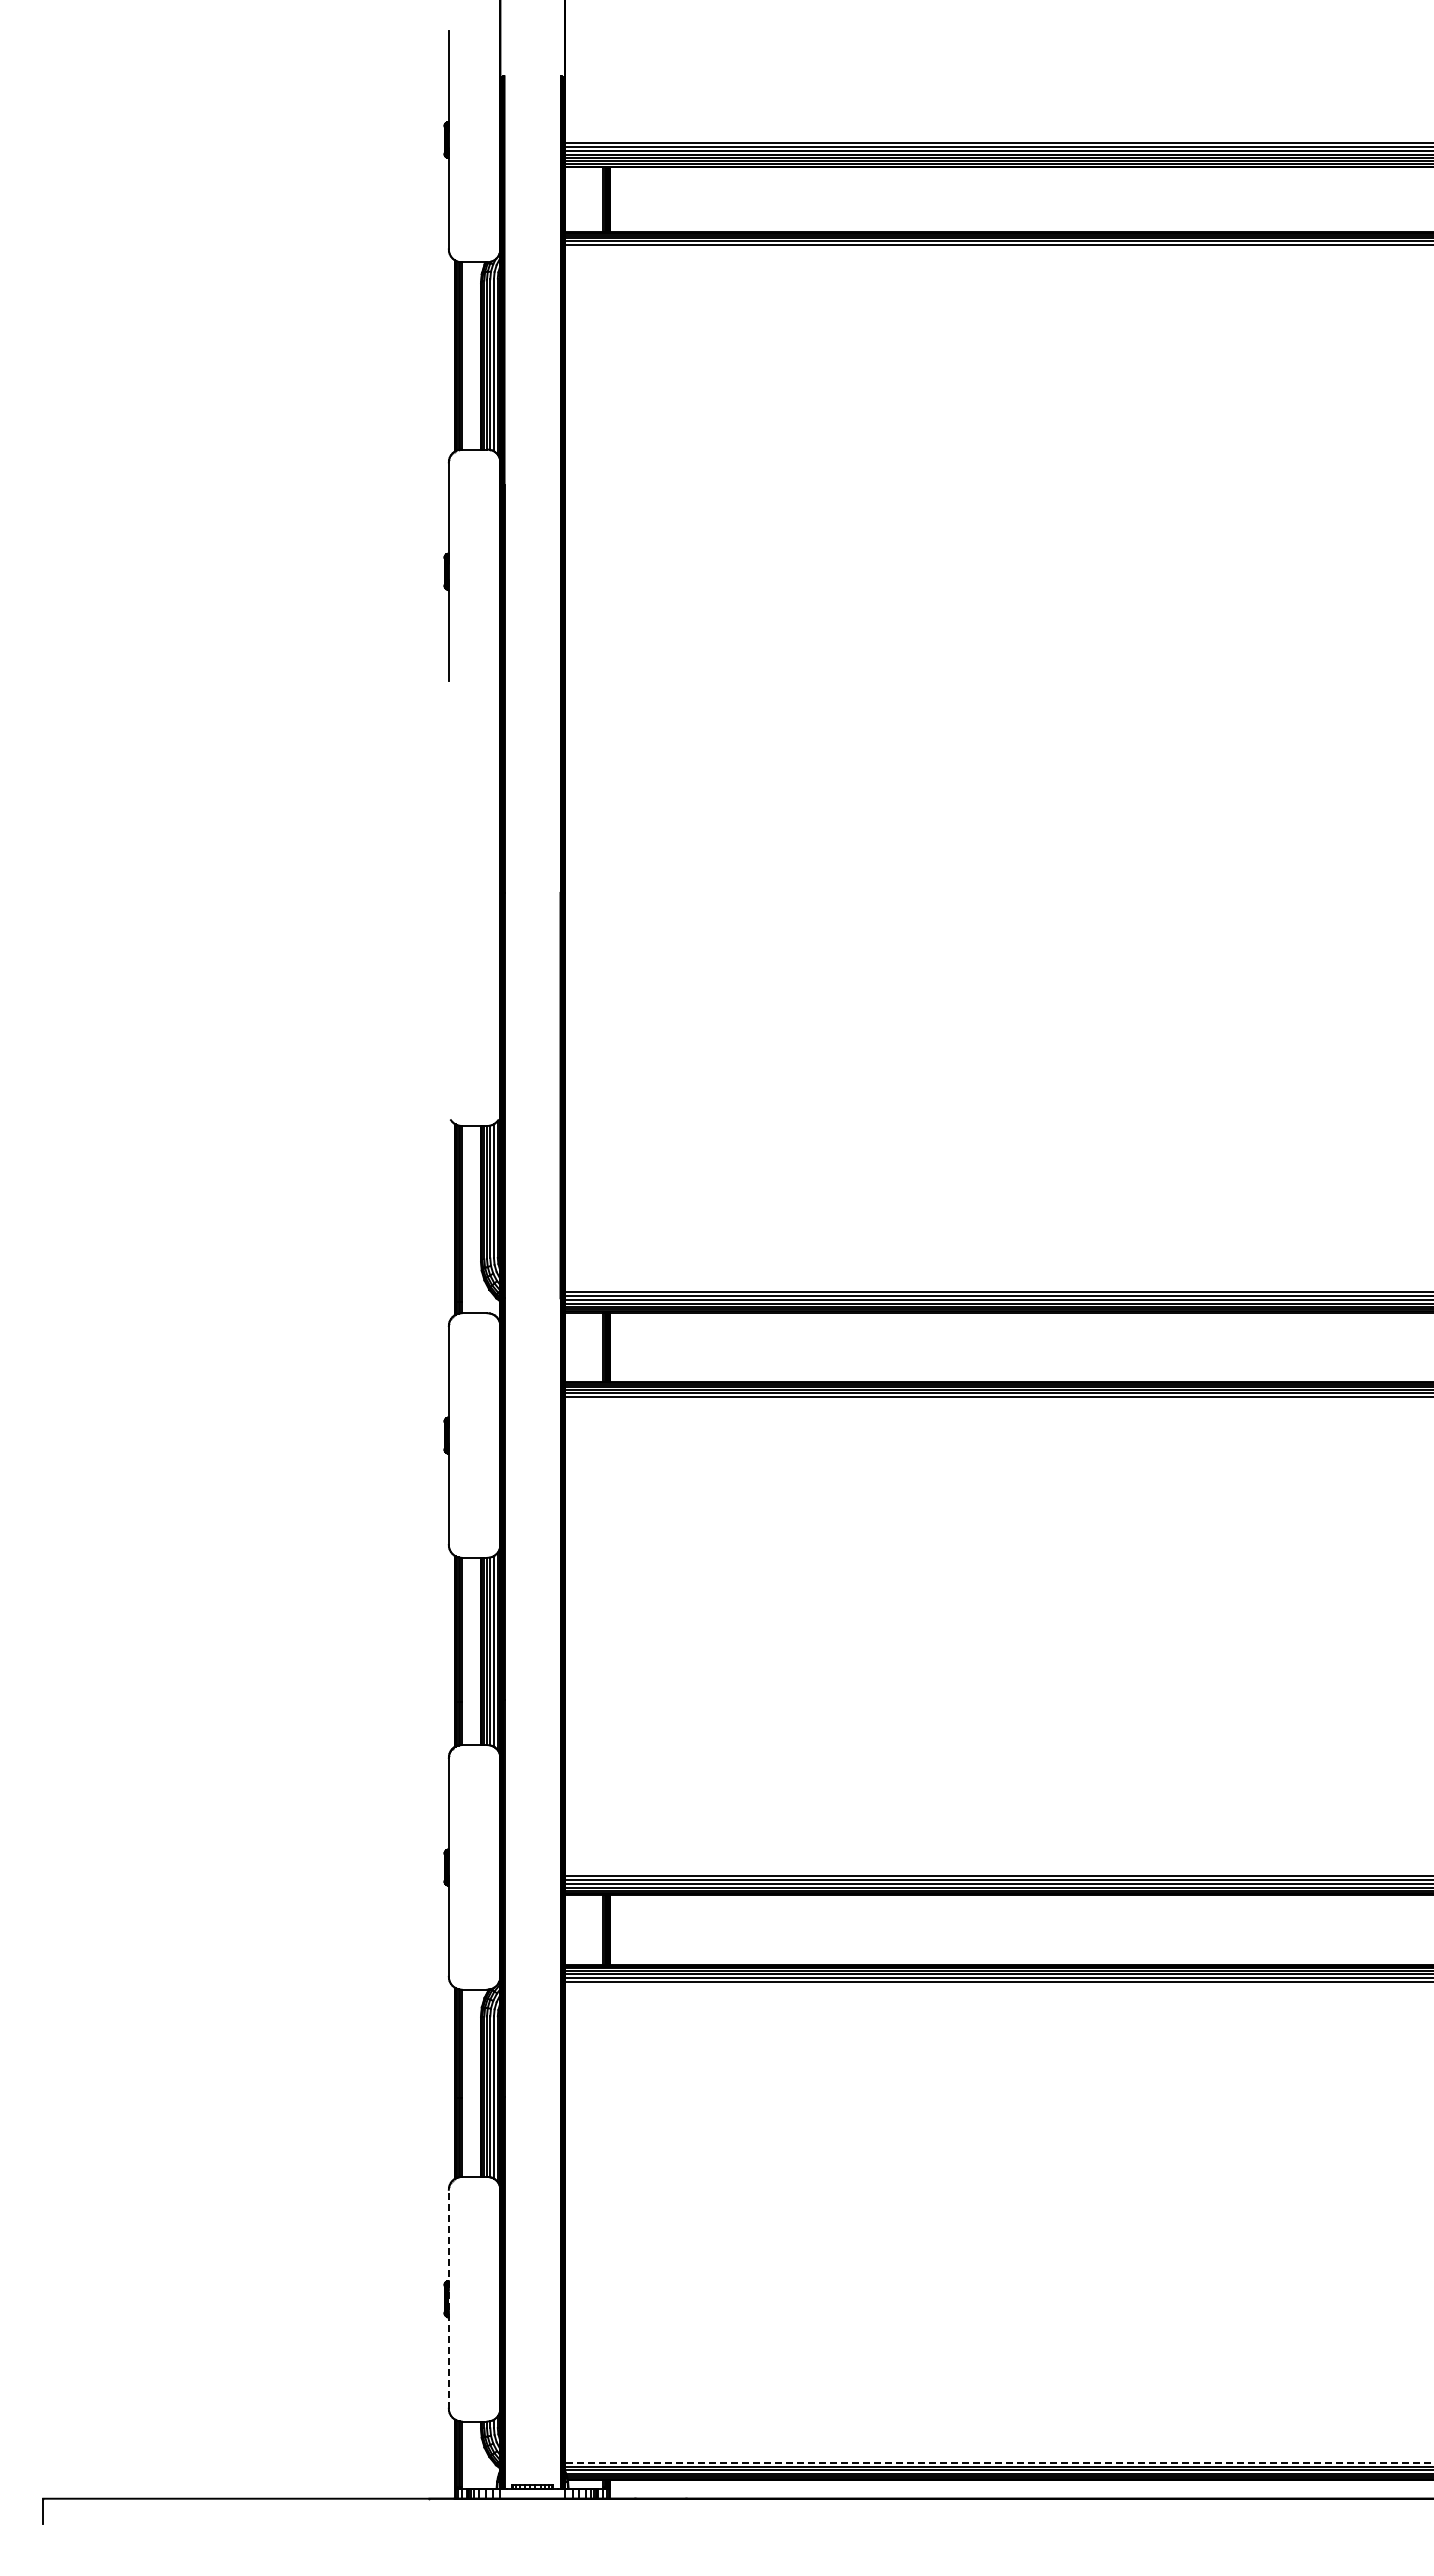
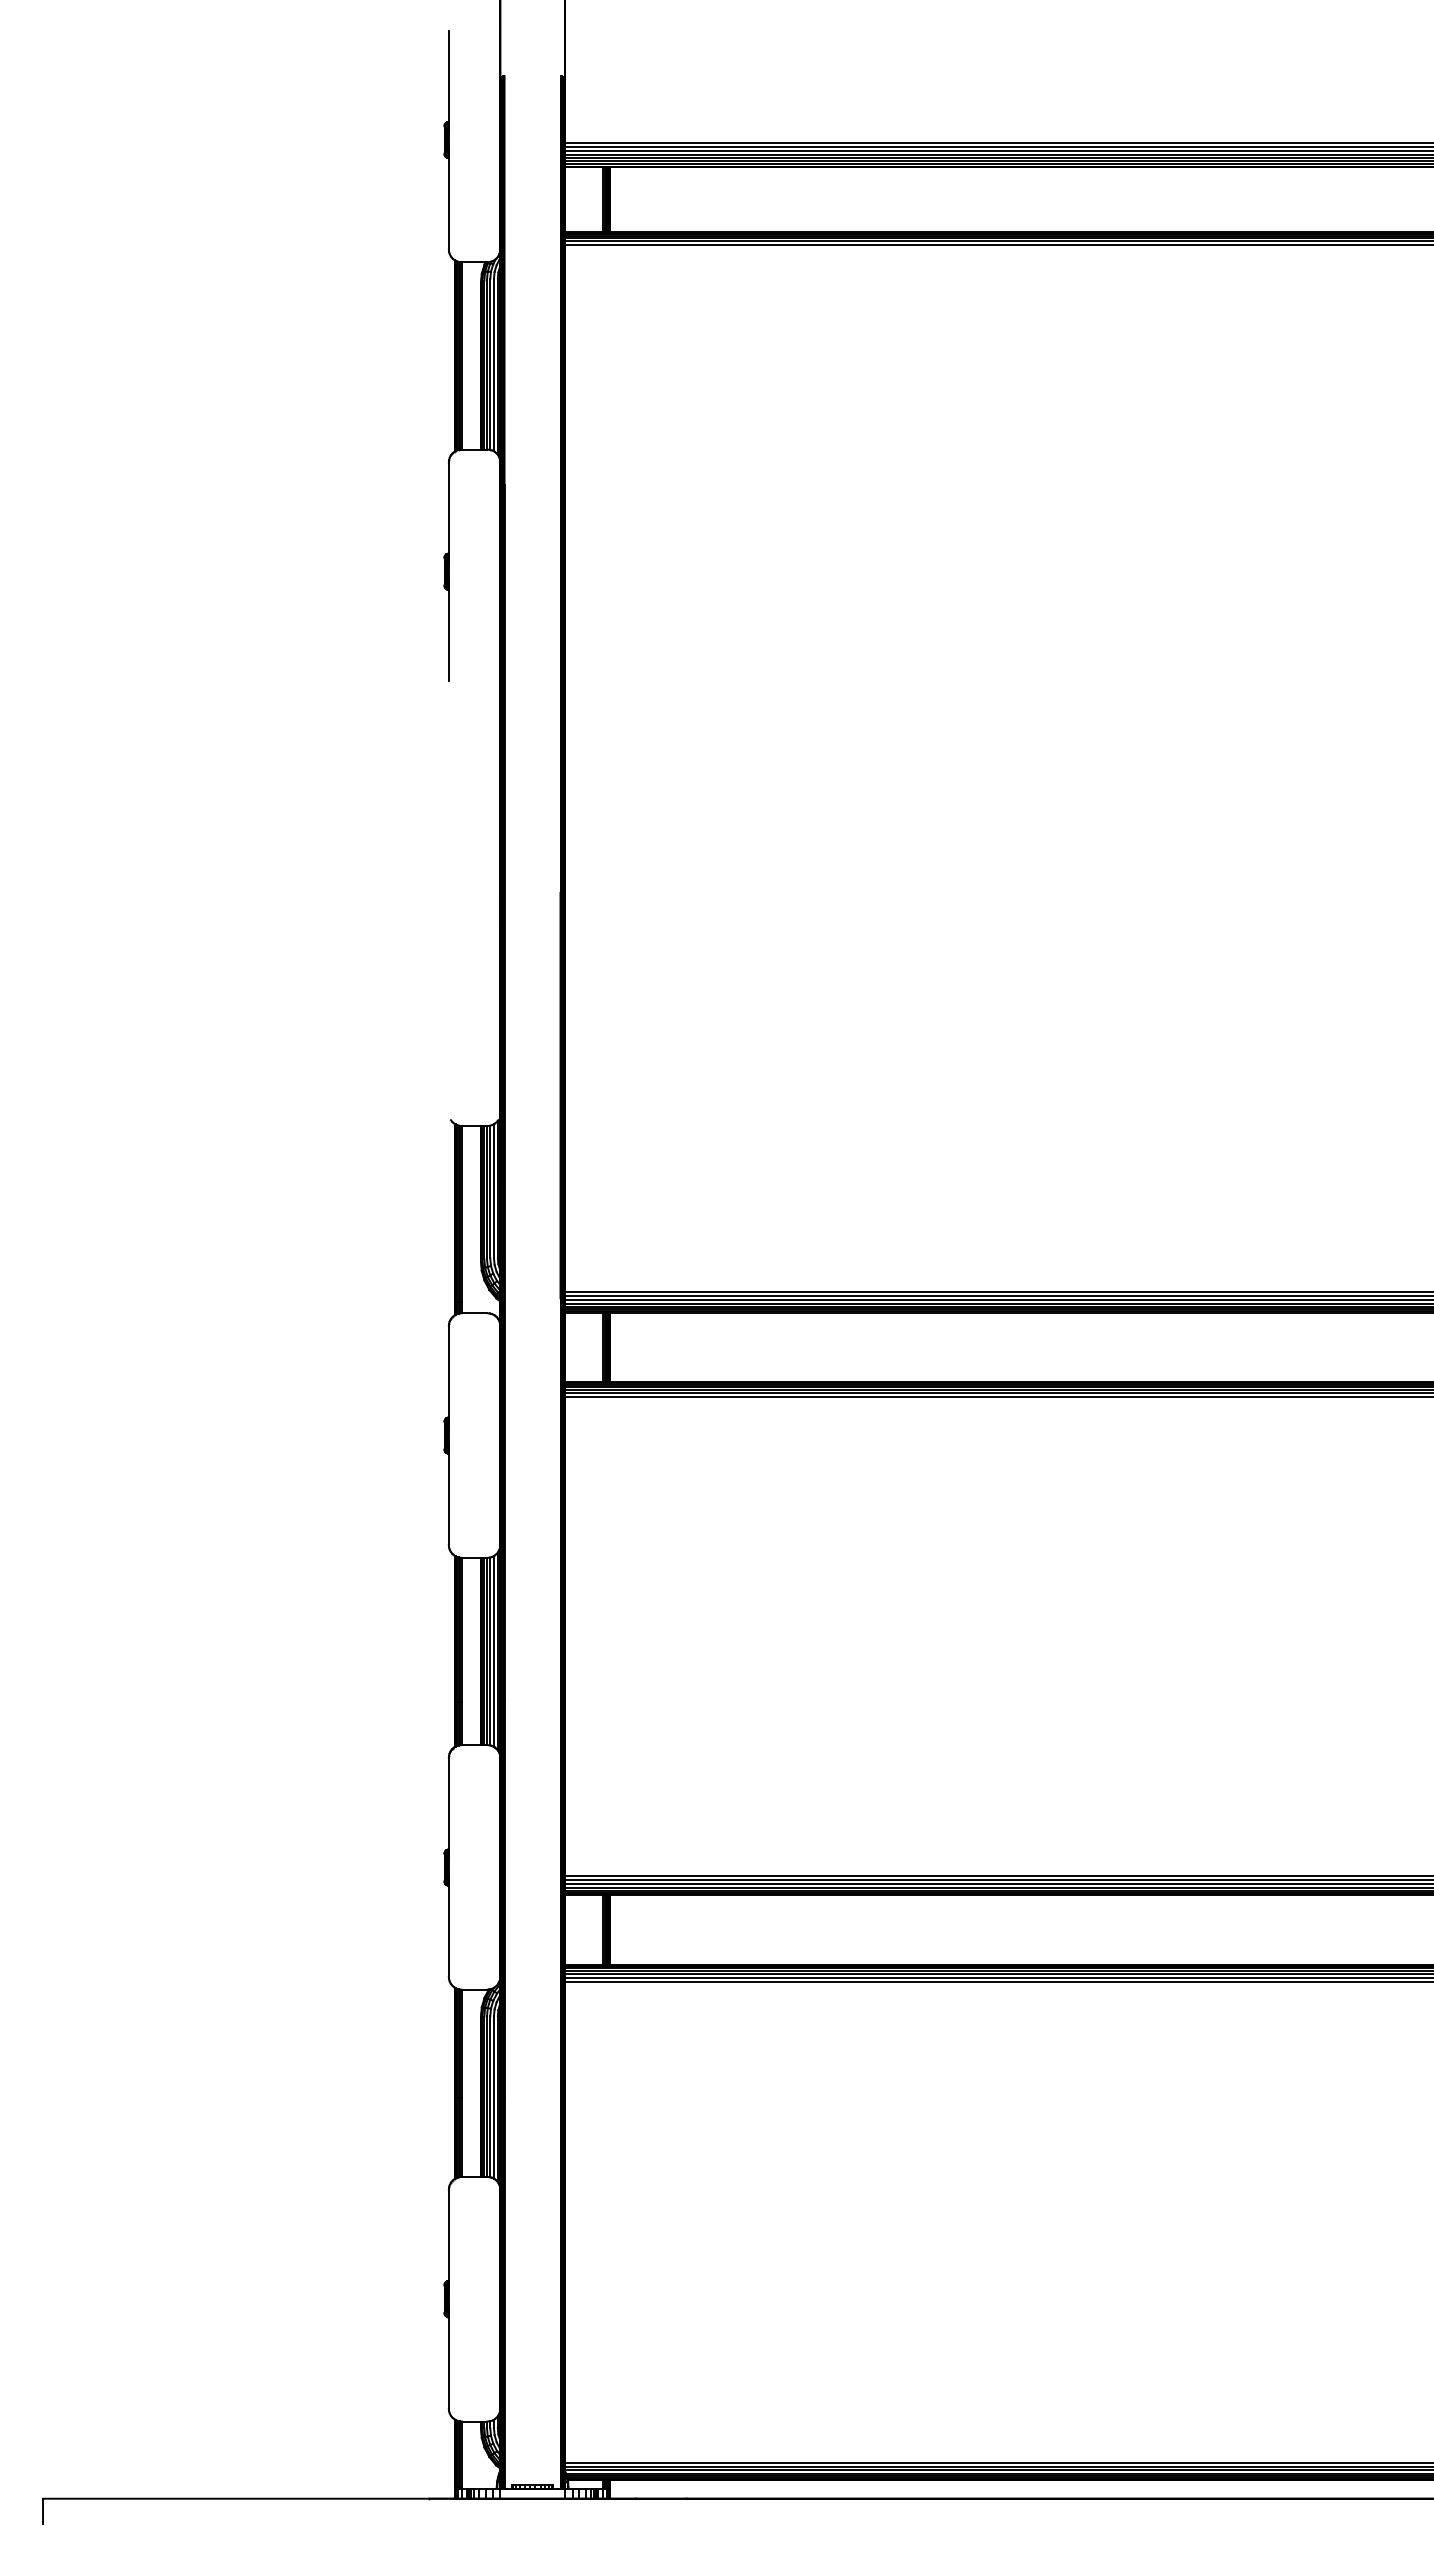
line at (448, 2298): dashed -> solid
line at (998, 2462): dashed -> solid
